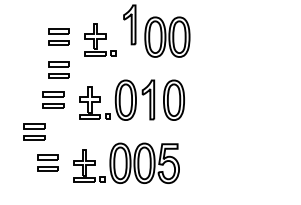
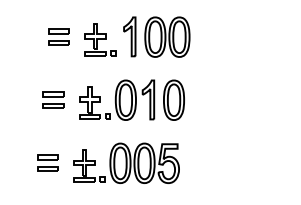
part at (129, 24) position: (129, 24) -> (129, 36)
part at (58, 69): present -> none
part at (34, 131): present -> none
